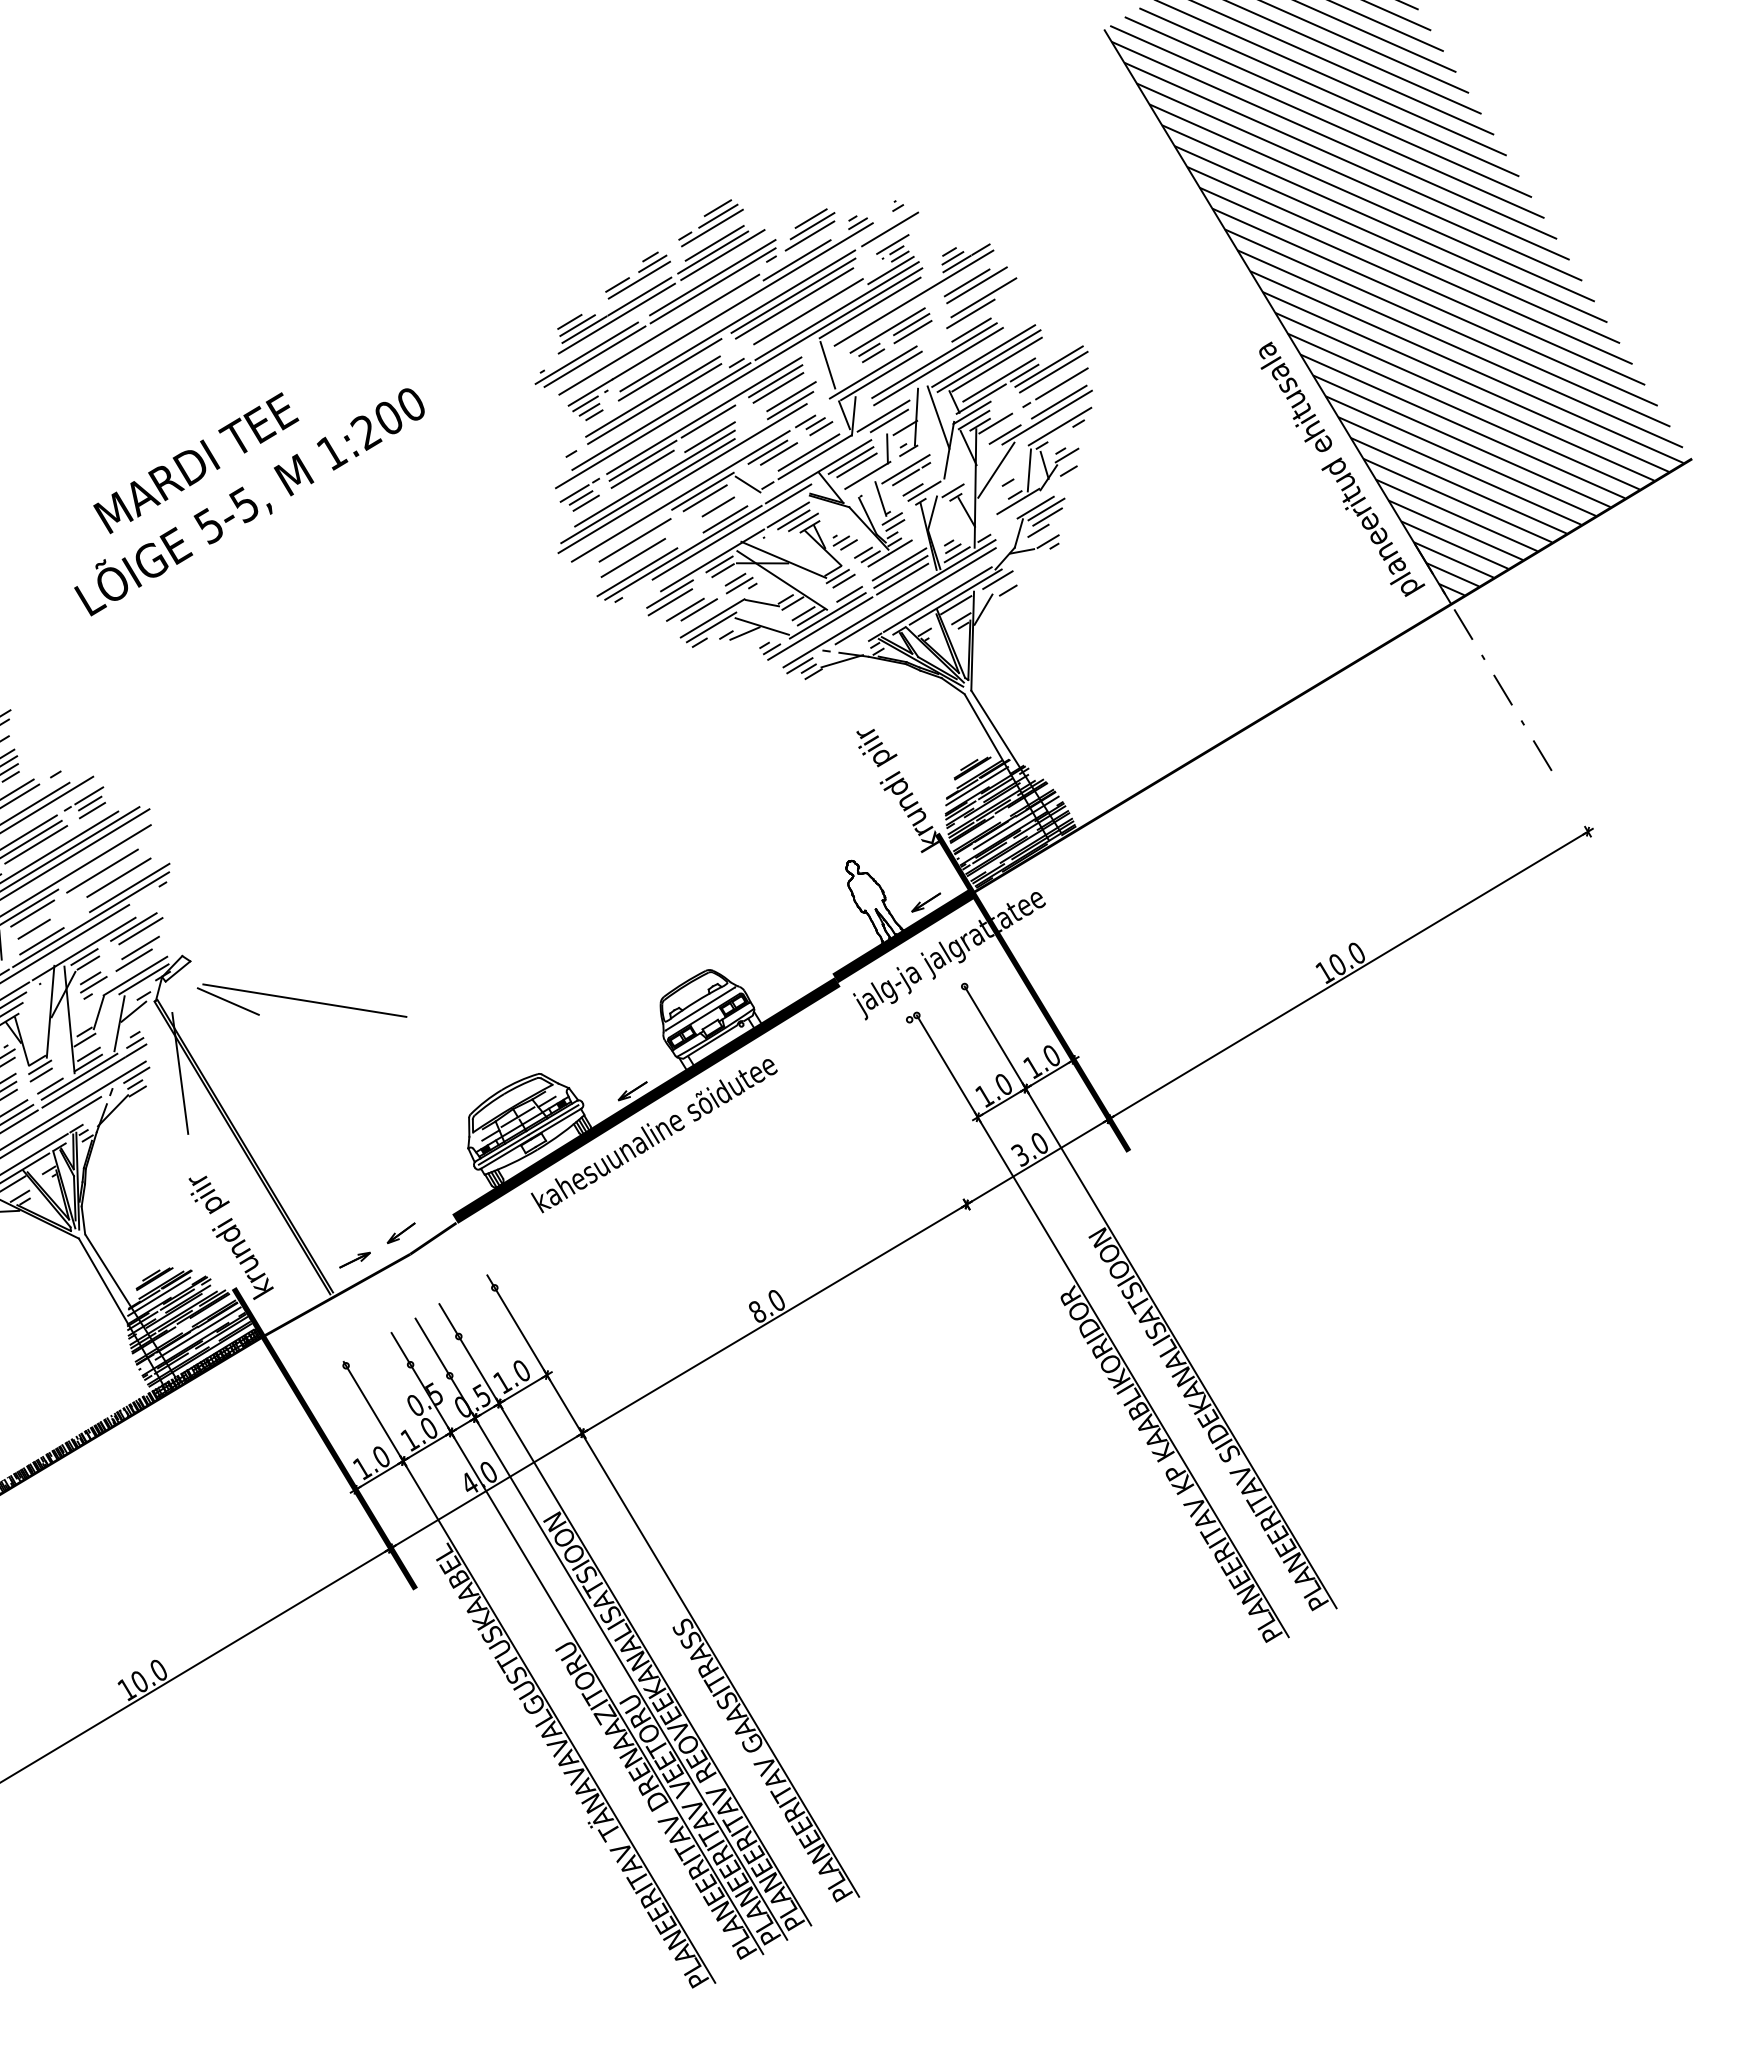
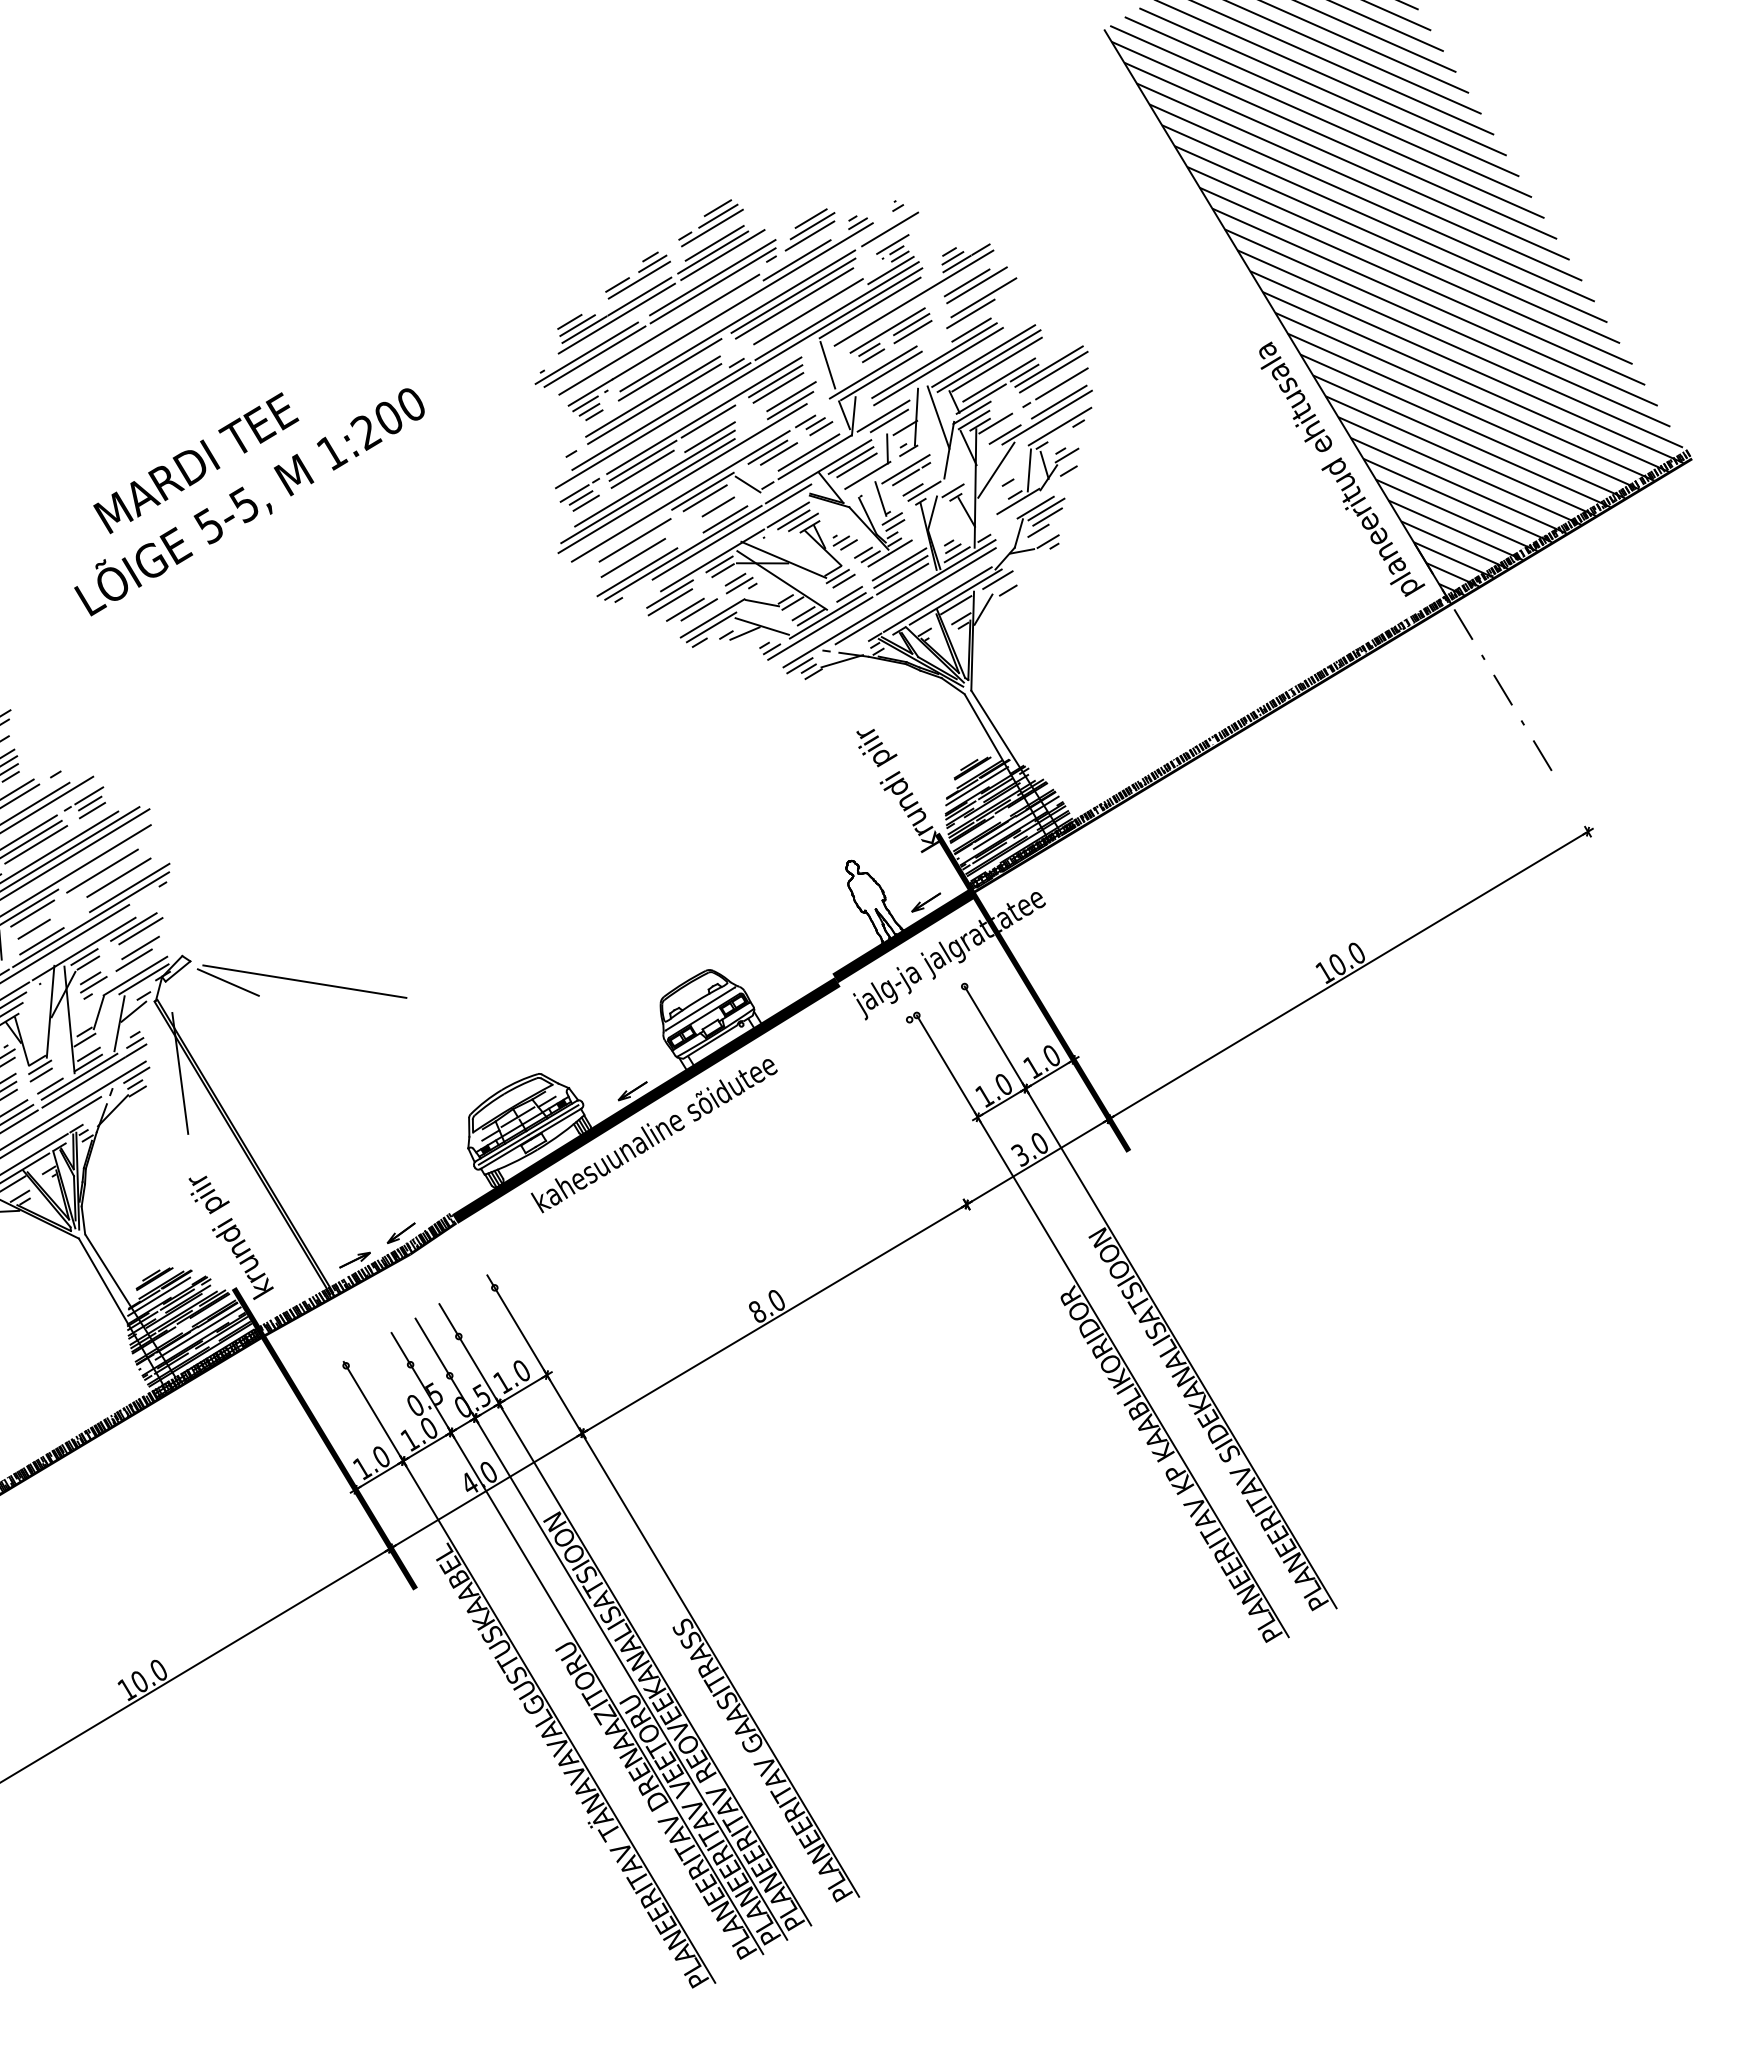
hatch at (1329, 669): none -> present
part at (301, 1000) position: (301, 1000) -> (301, 981)
hatch at (357, 1273): none -> present
